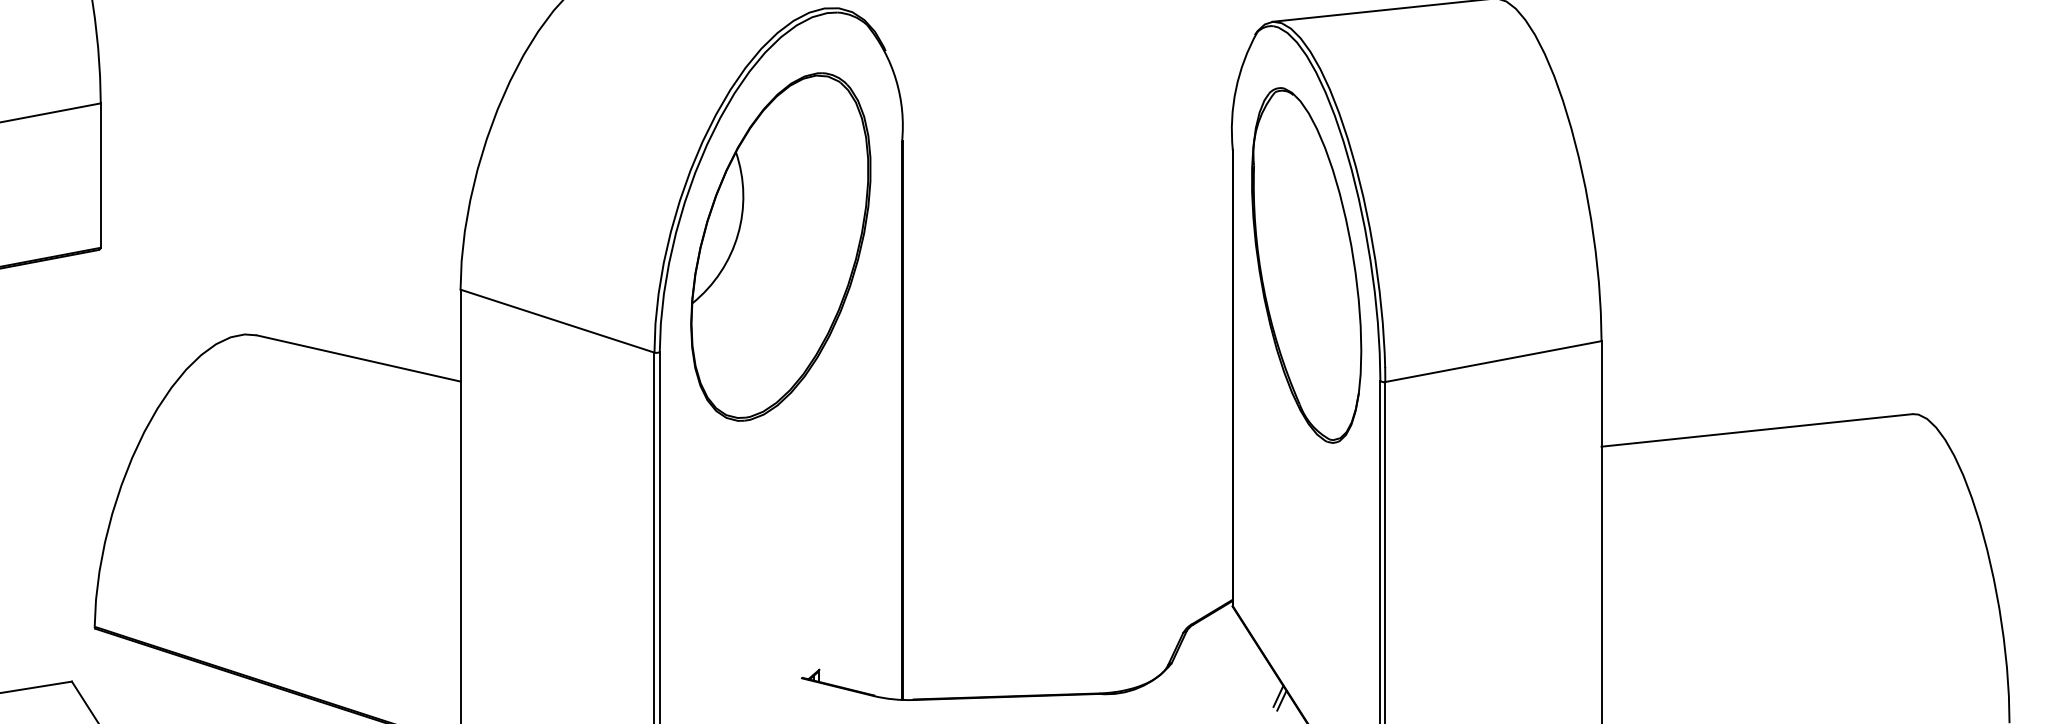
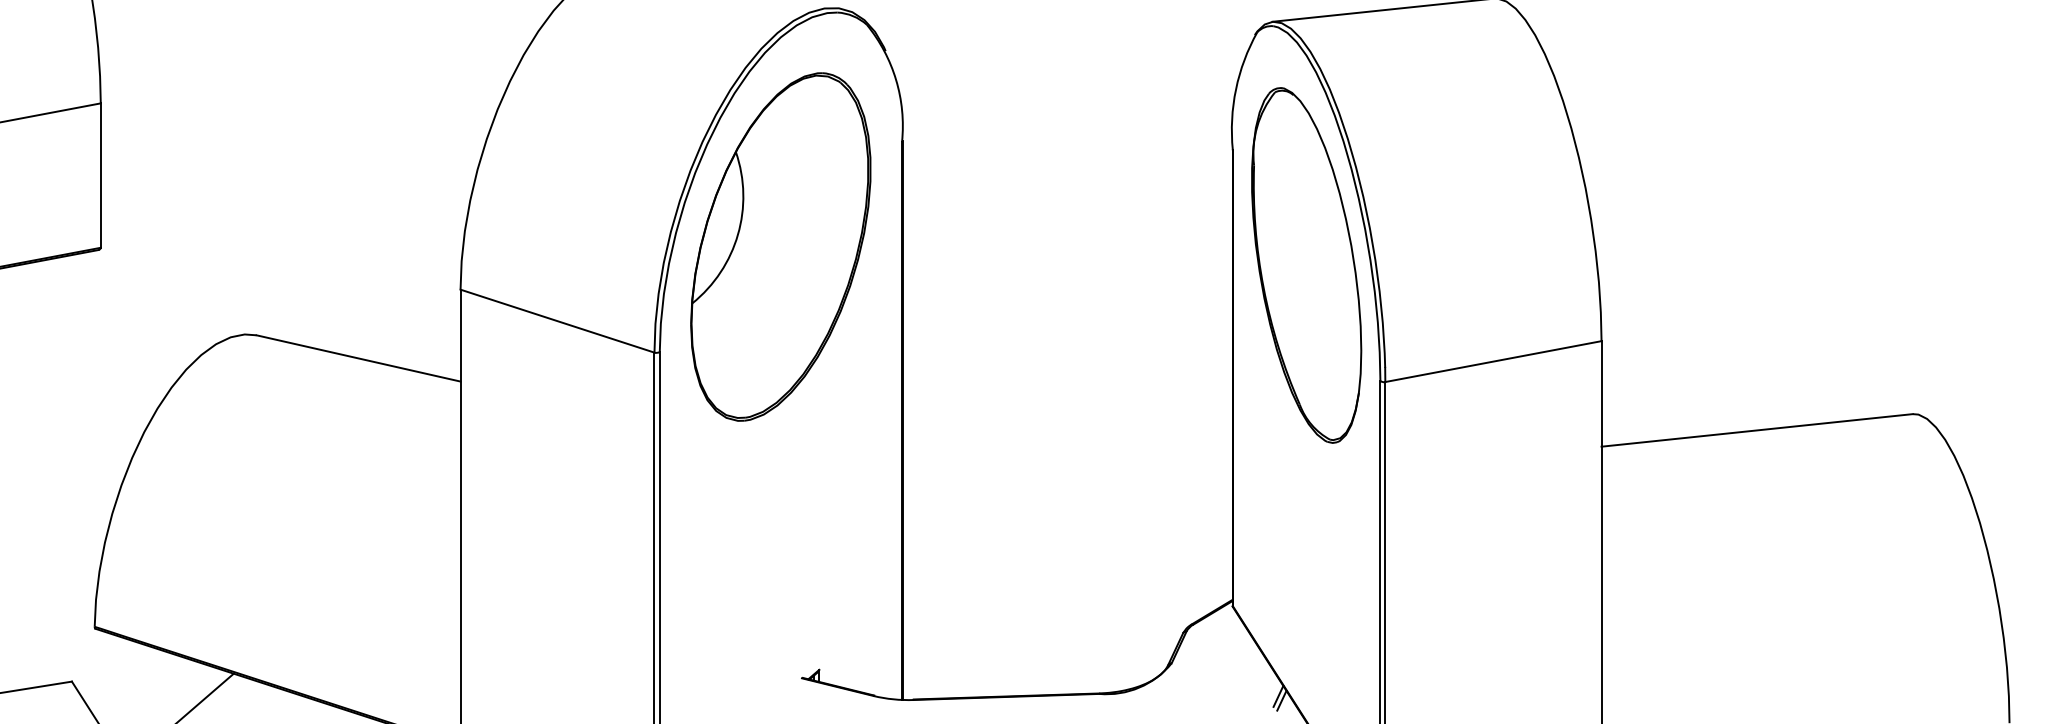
line at (206, 696): none -> present
